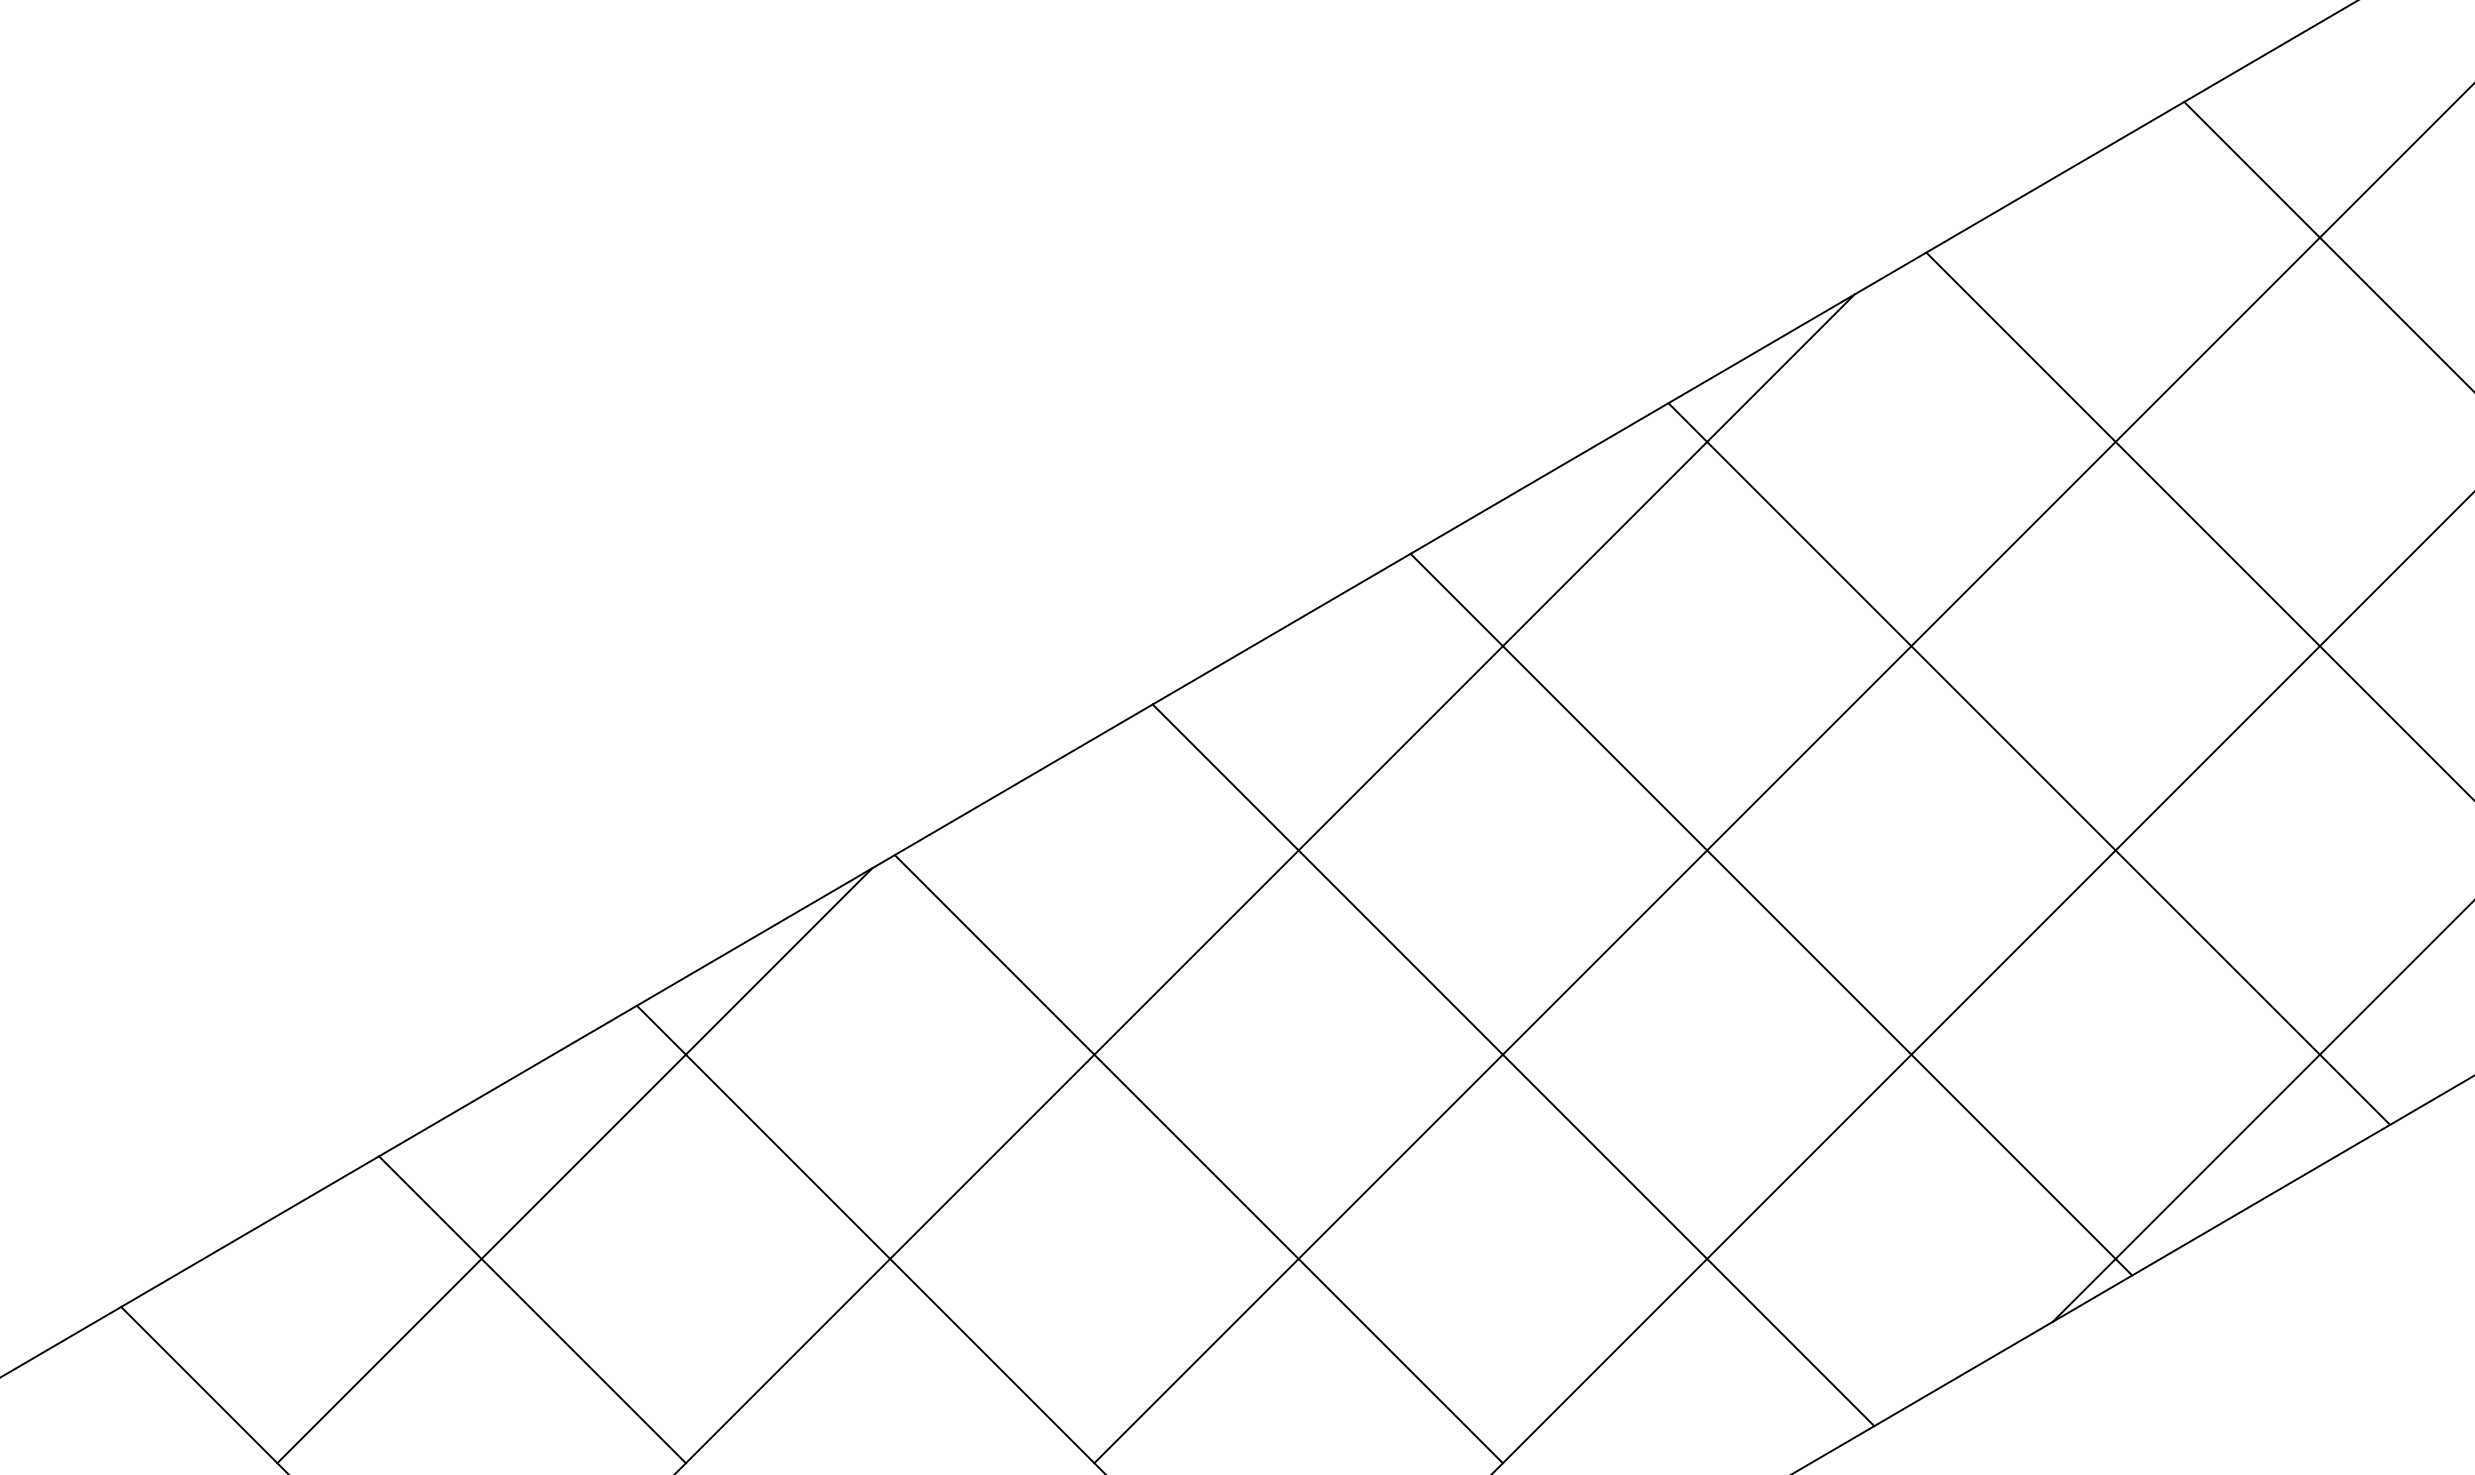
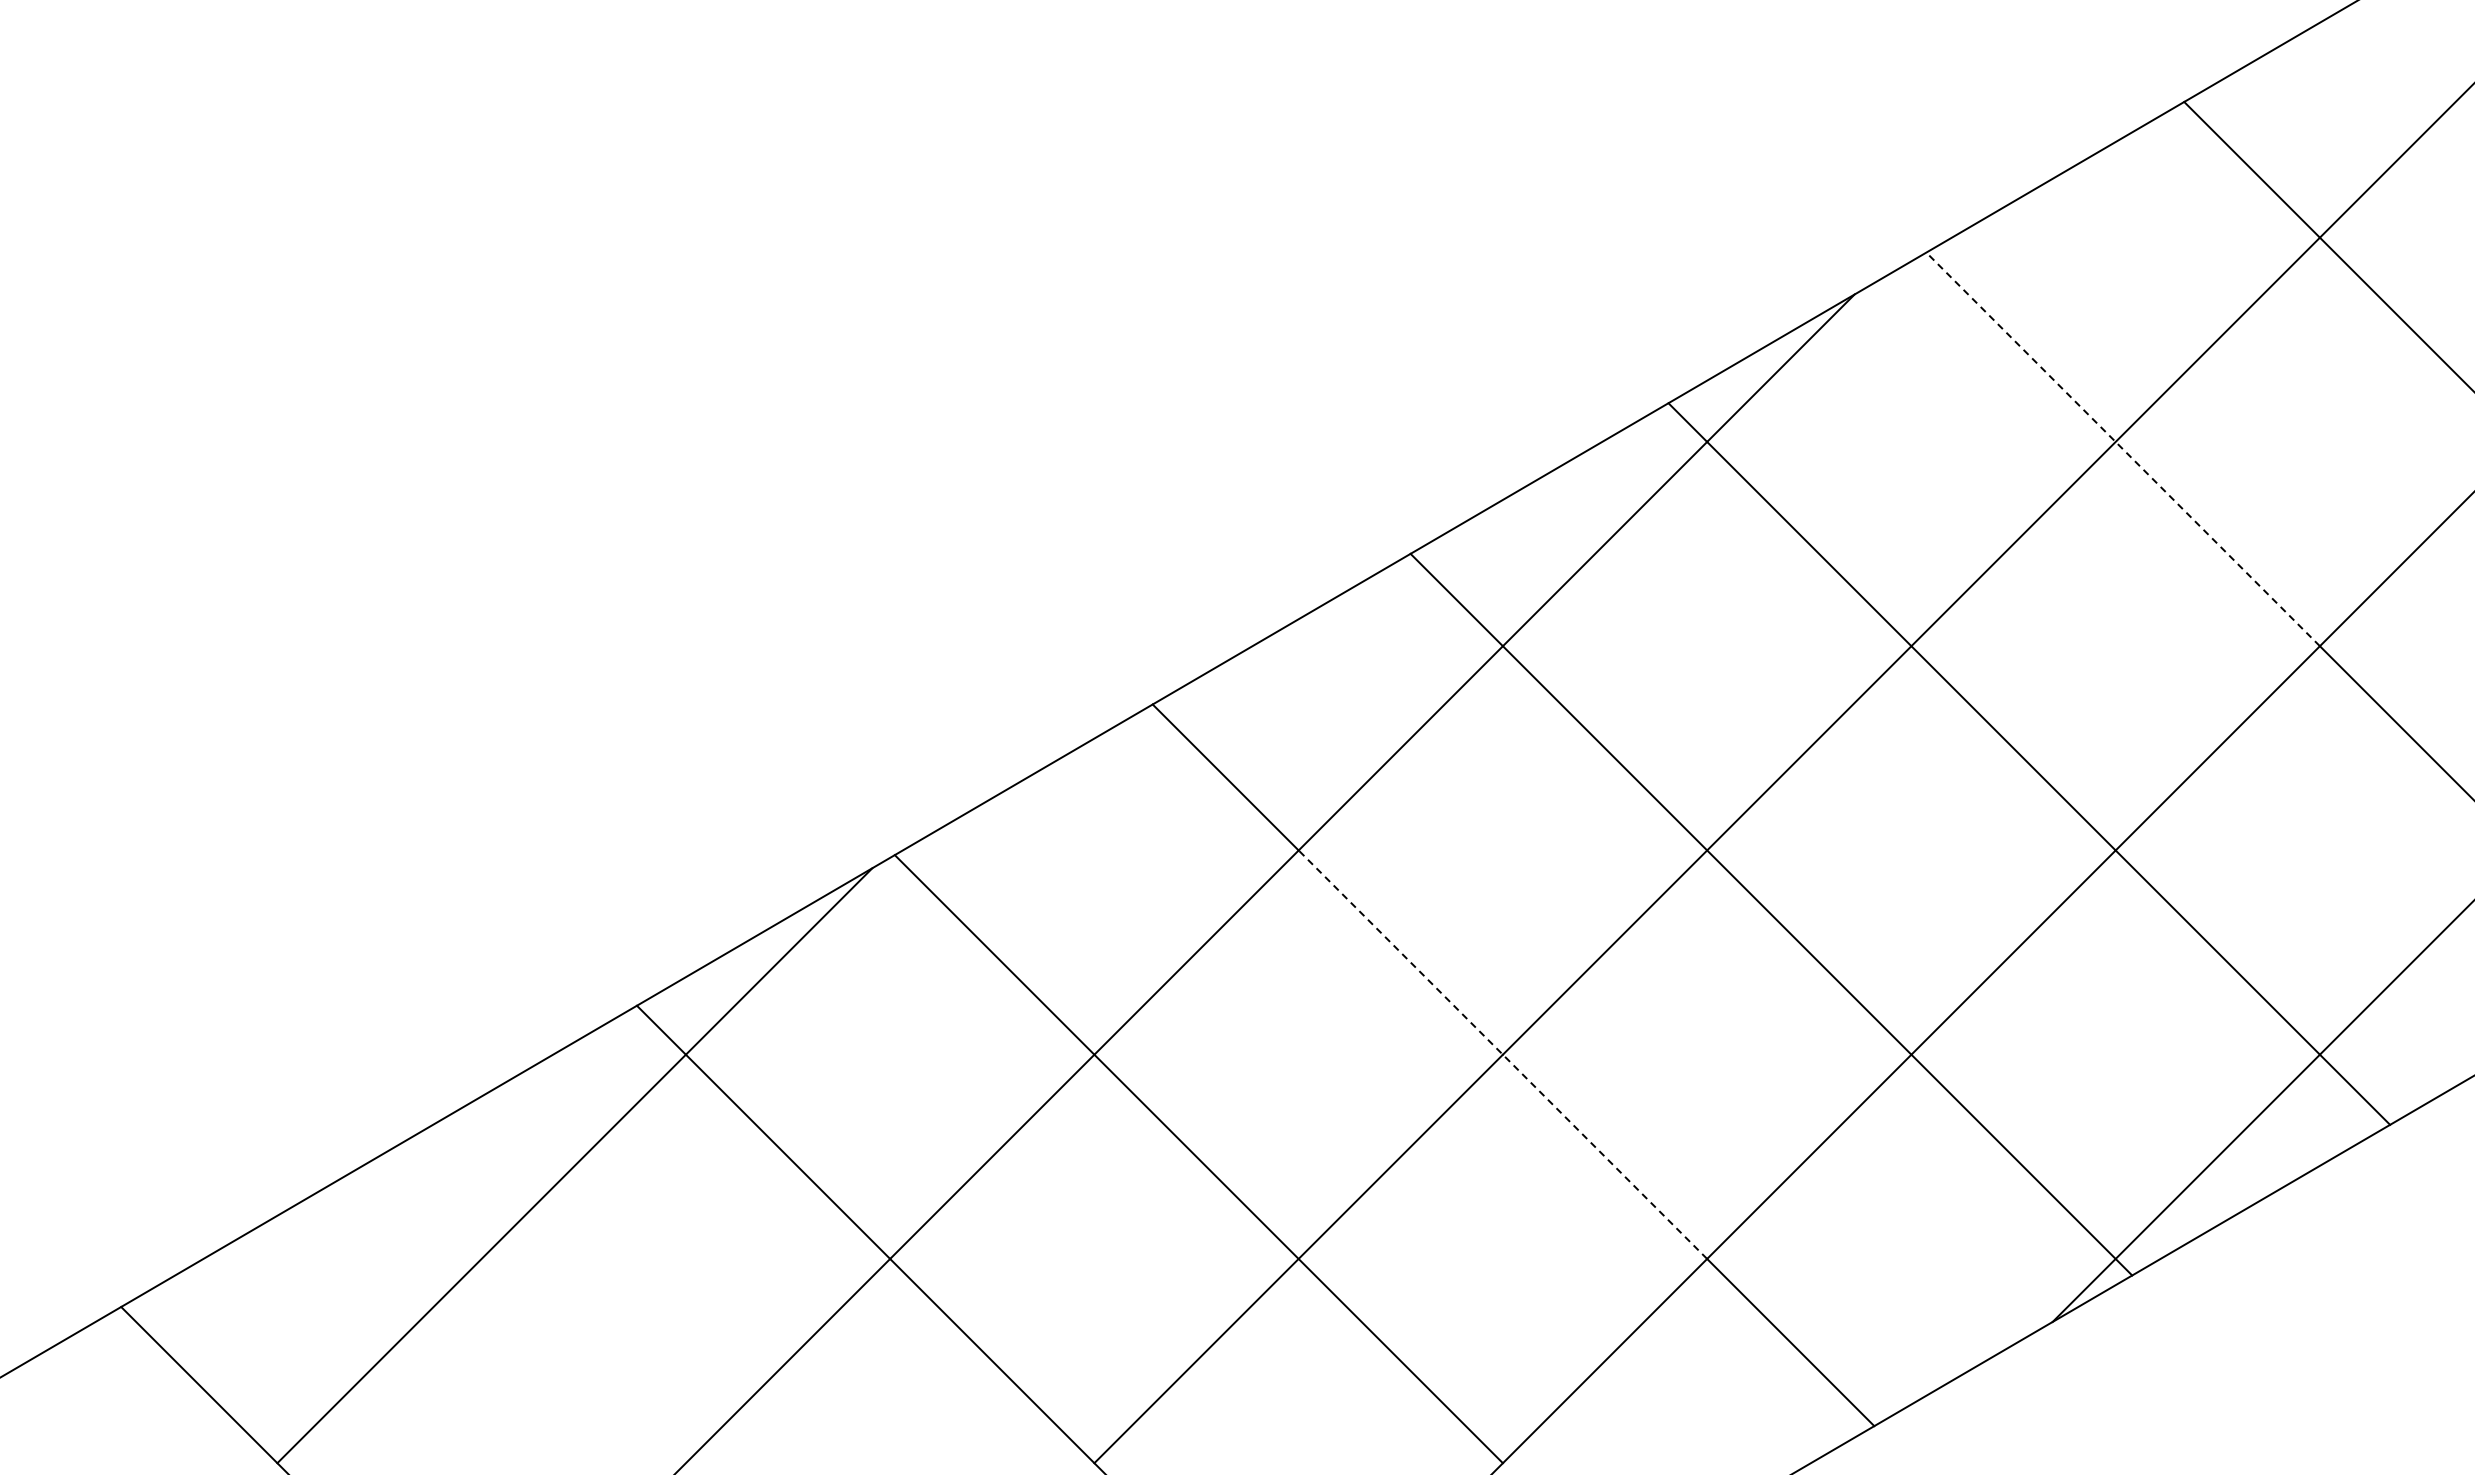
line at (2122, 449): solid -> dashed
line at (1502, 1054): solid -> dashed
line at (532, 1309): present -> none
